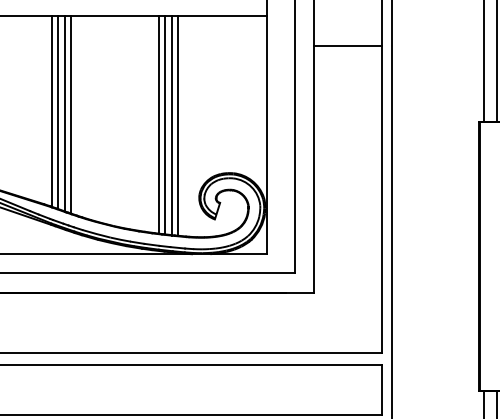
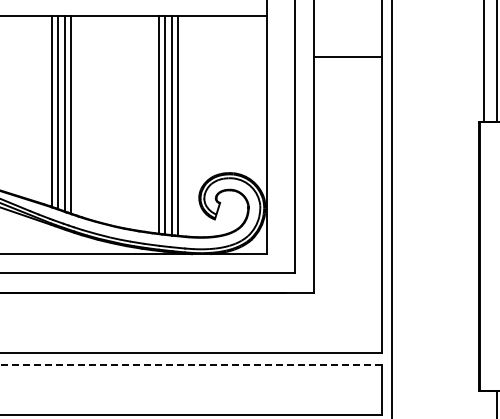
line at (347, 46) position: (347, 46) -> (347, 57)
line at (190, 365): solid -> dashed
line at (484, 402): present -> none
